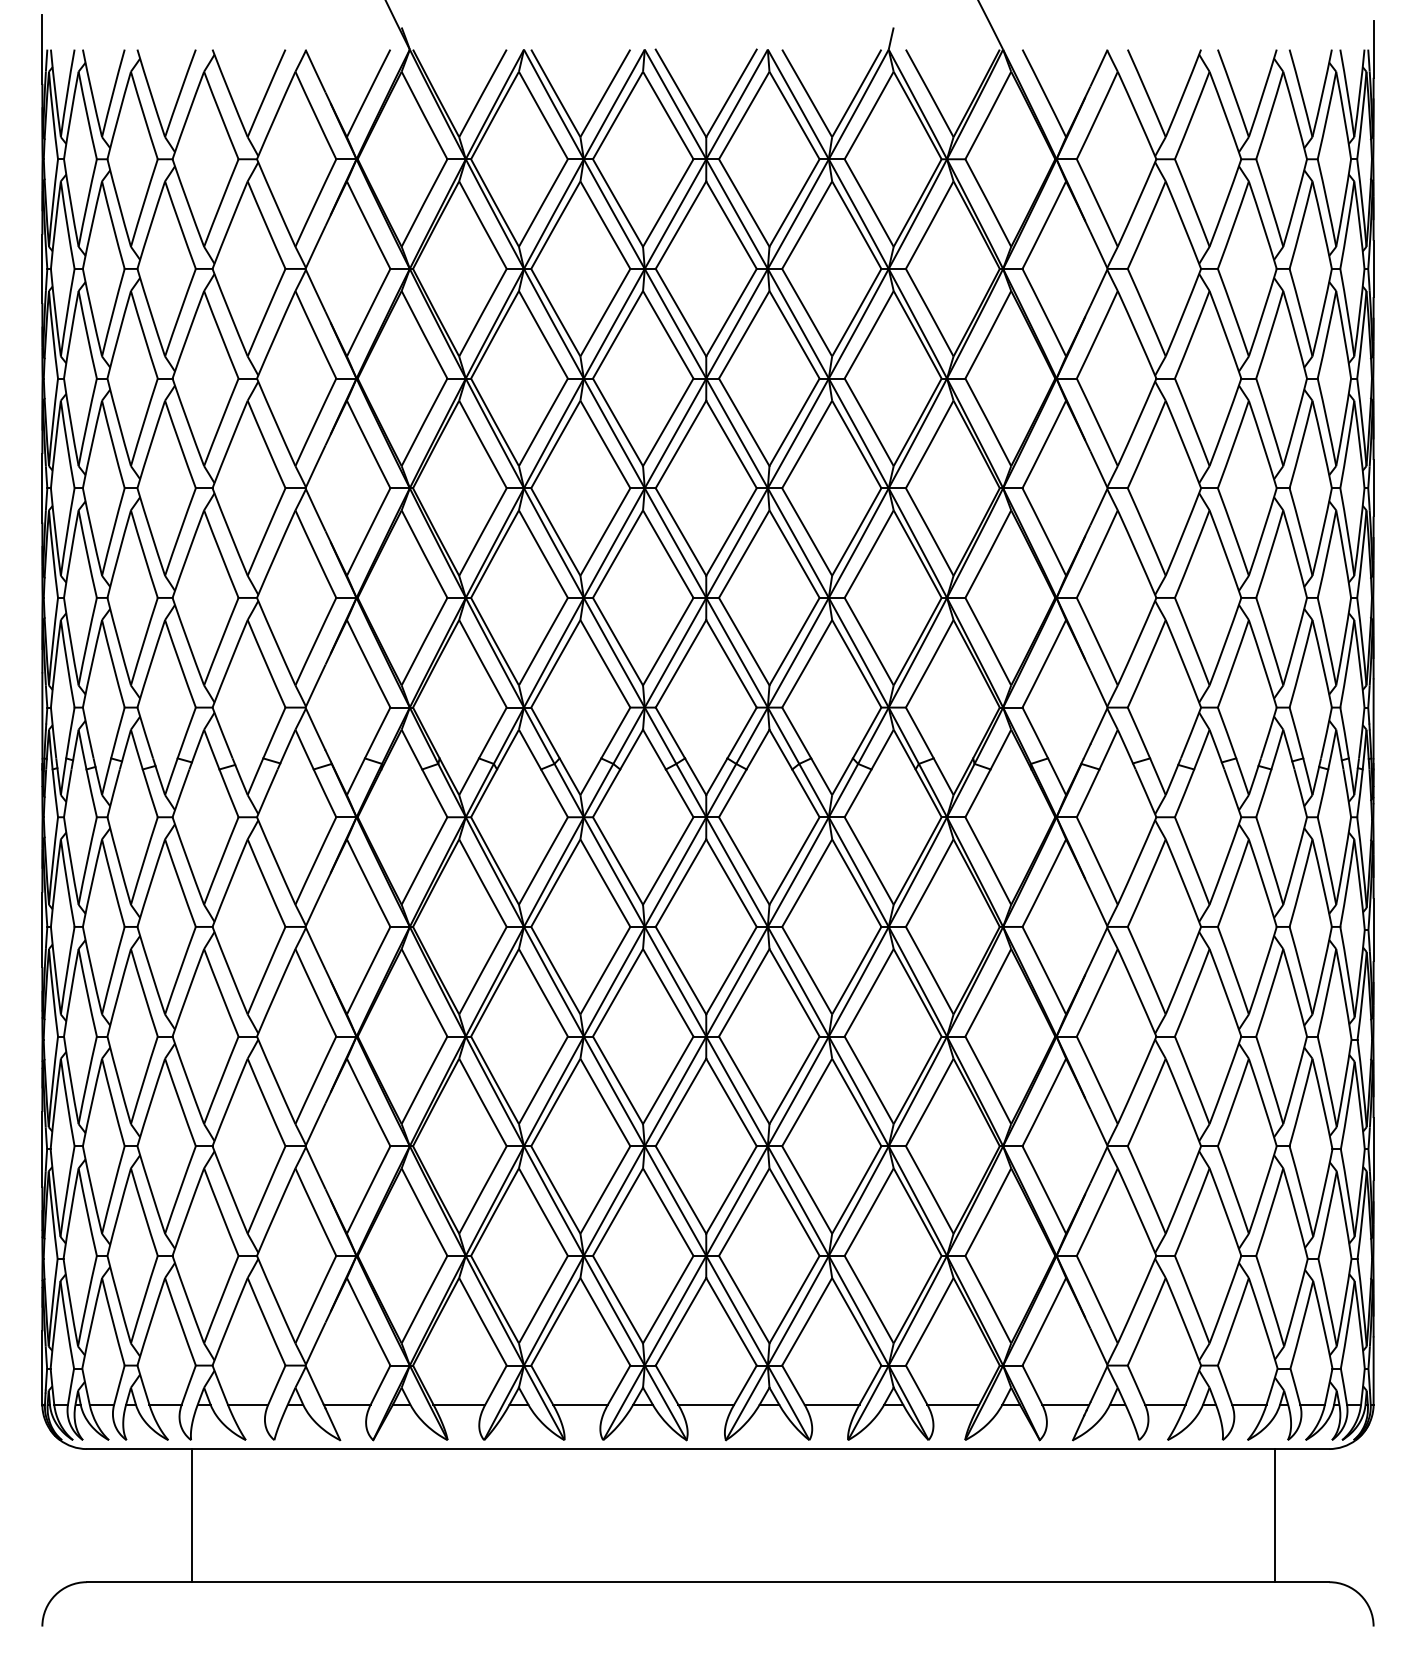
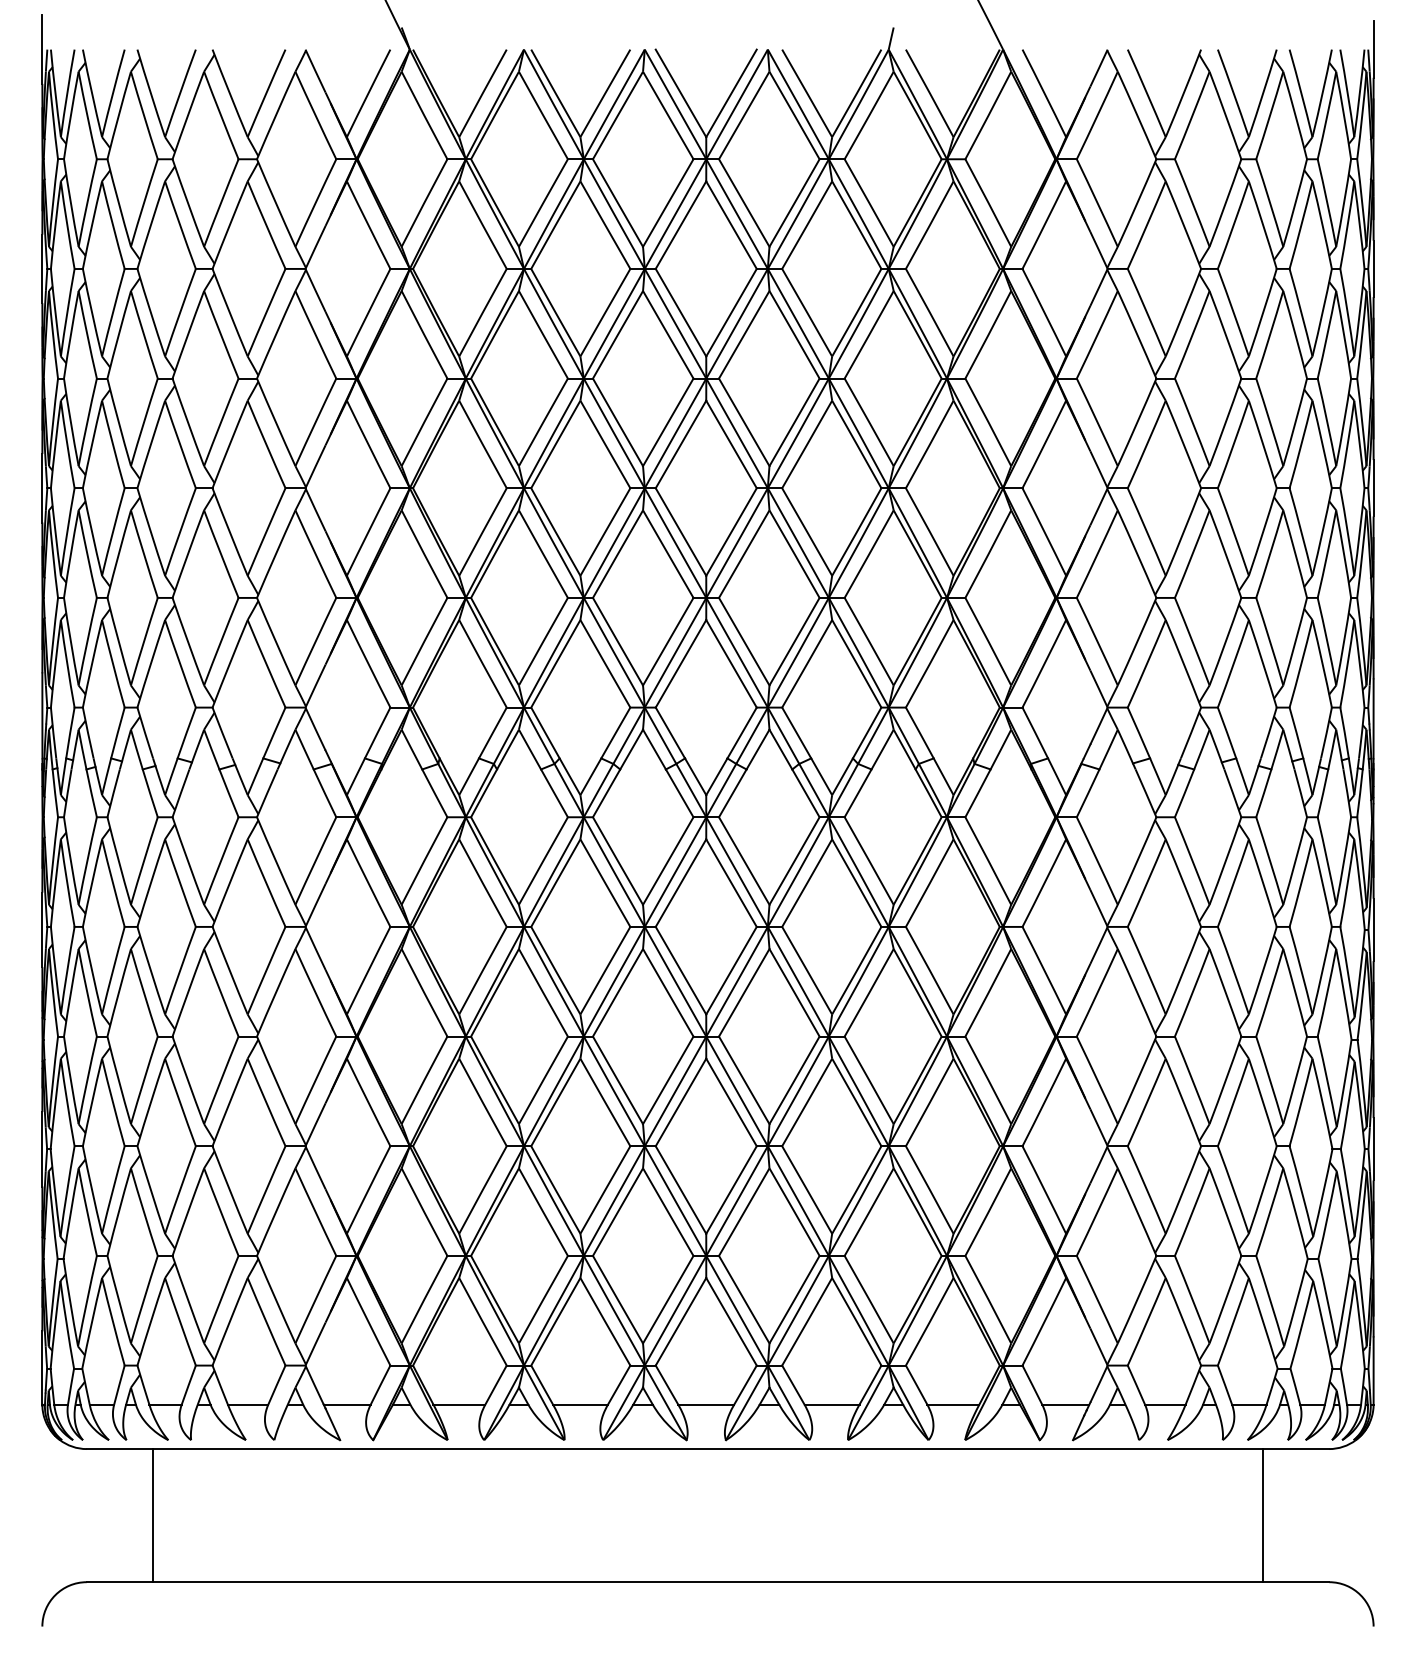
line at (192, 1515) position: (192, 1515) -> (153, 1515)
line at (1274, 1515) position: (1274, 1515) -> (1262, 1515)
